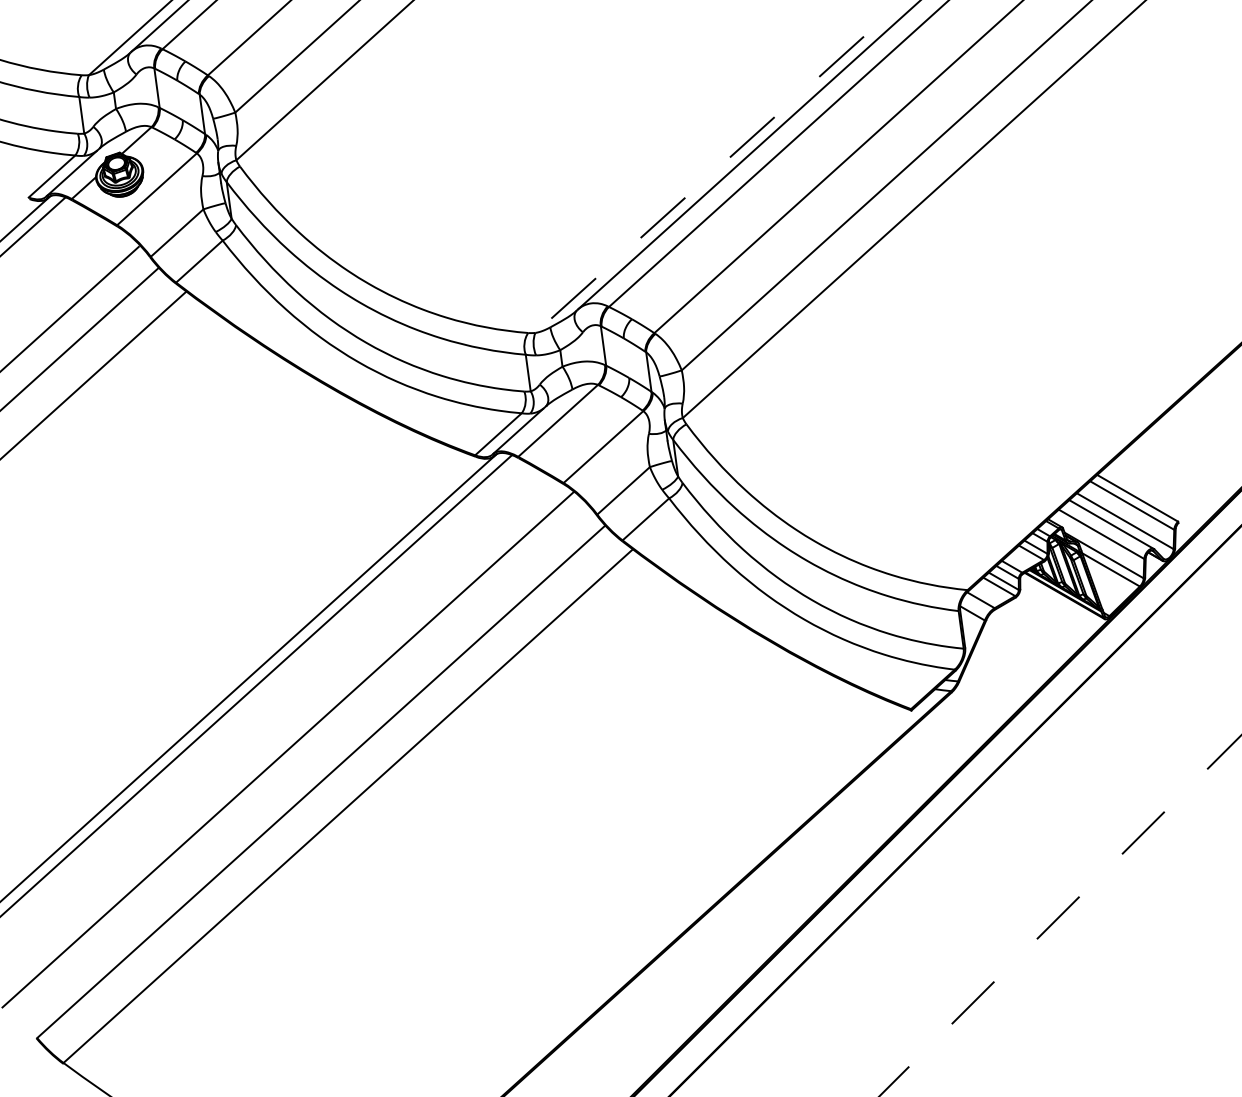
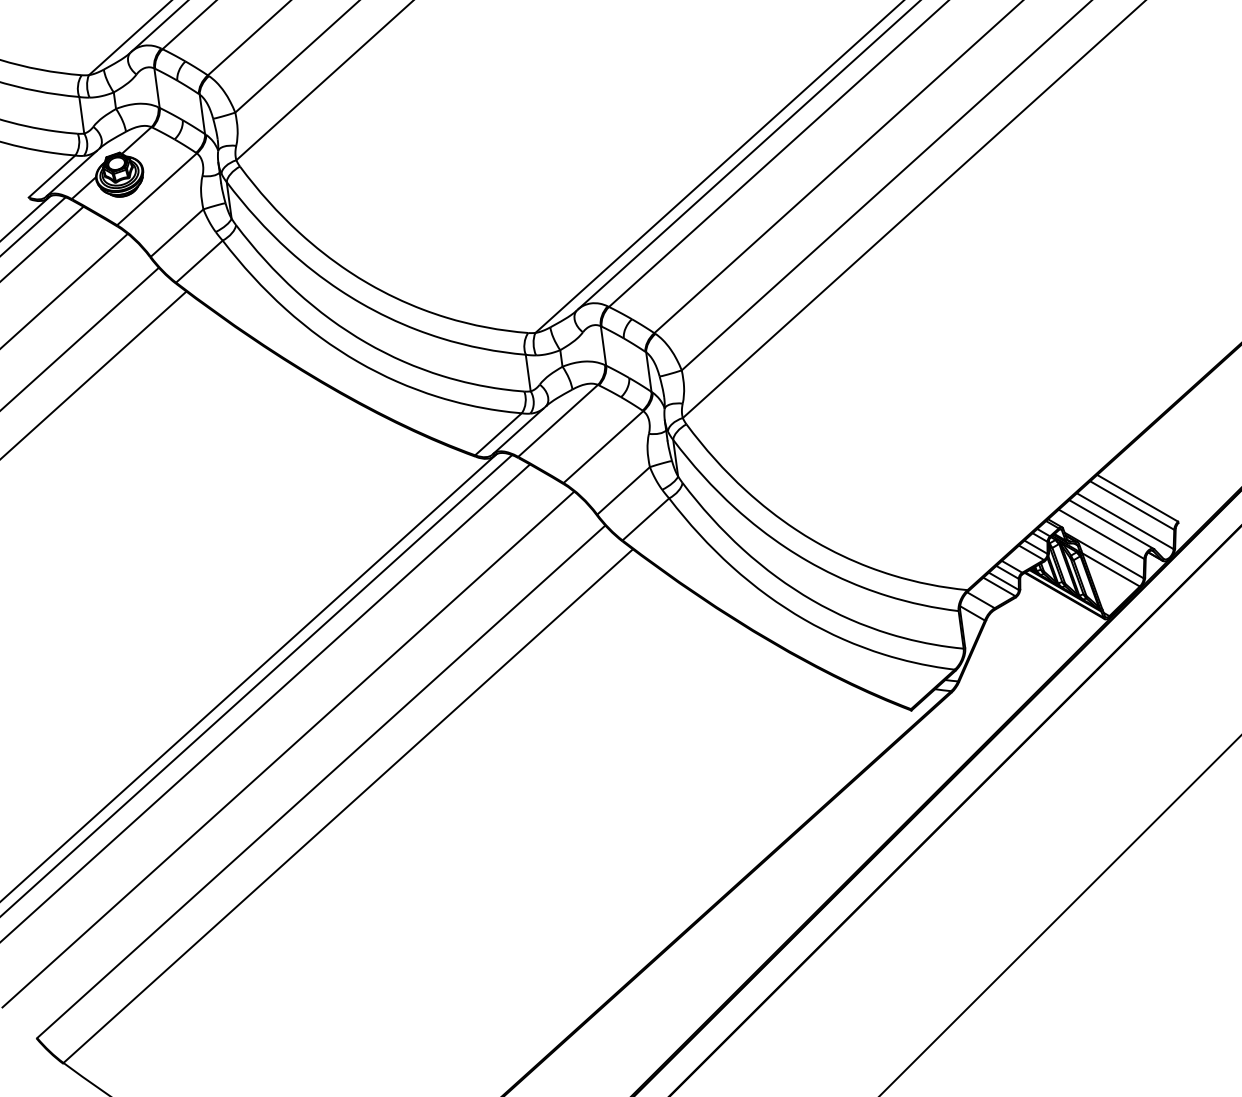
line at (719, 166): dashed -> solid
line at (42, 242): none -> present
line at (70, 308) position: (70, 308) -> (64, 290)
line at (266, 702): none -> present
line at (1060, 915): dashed -> solid
